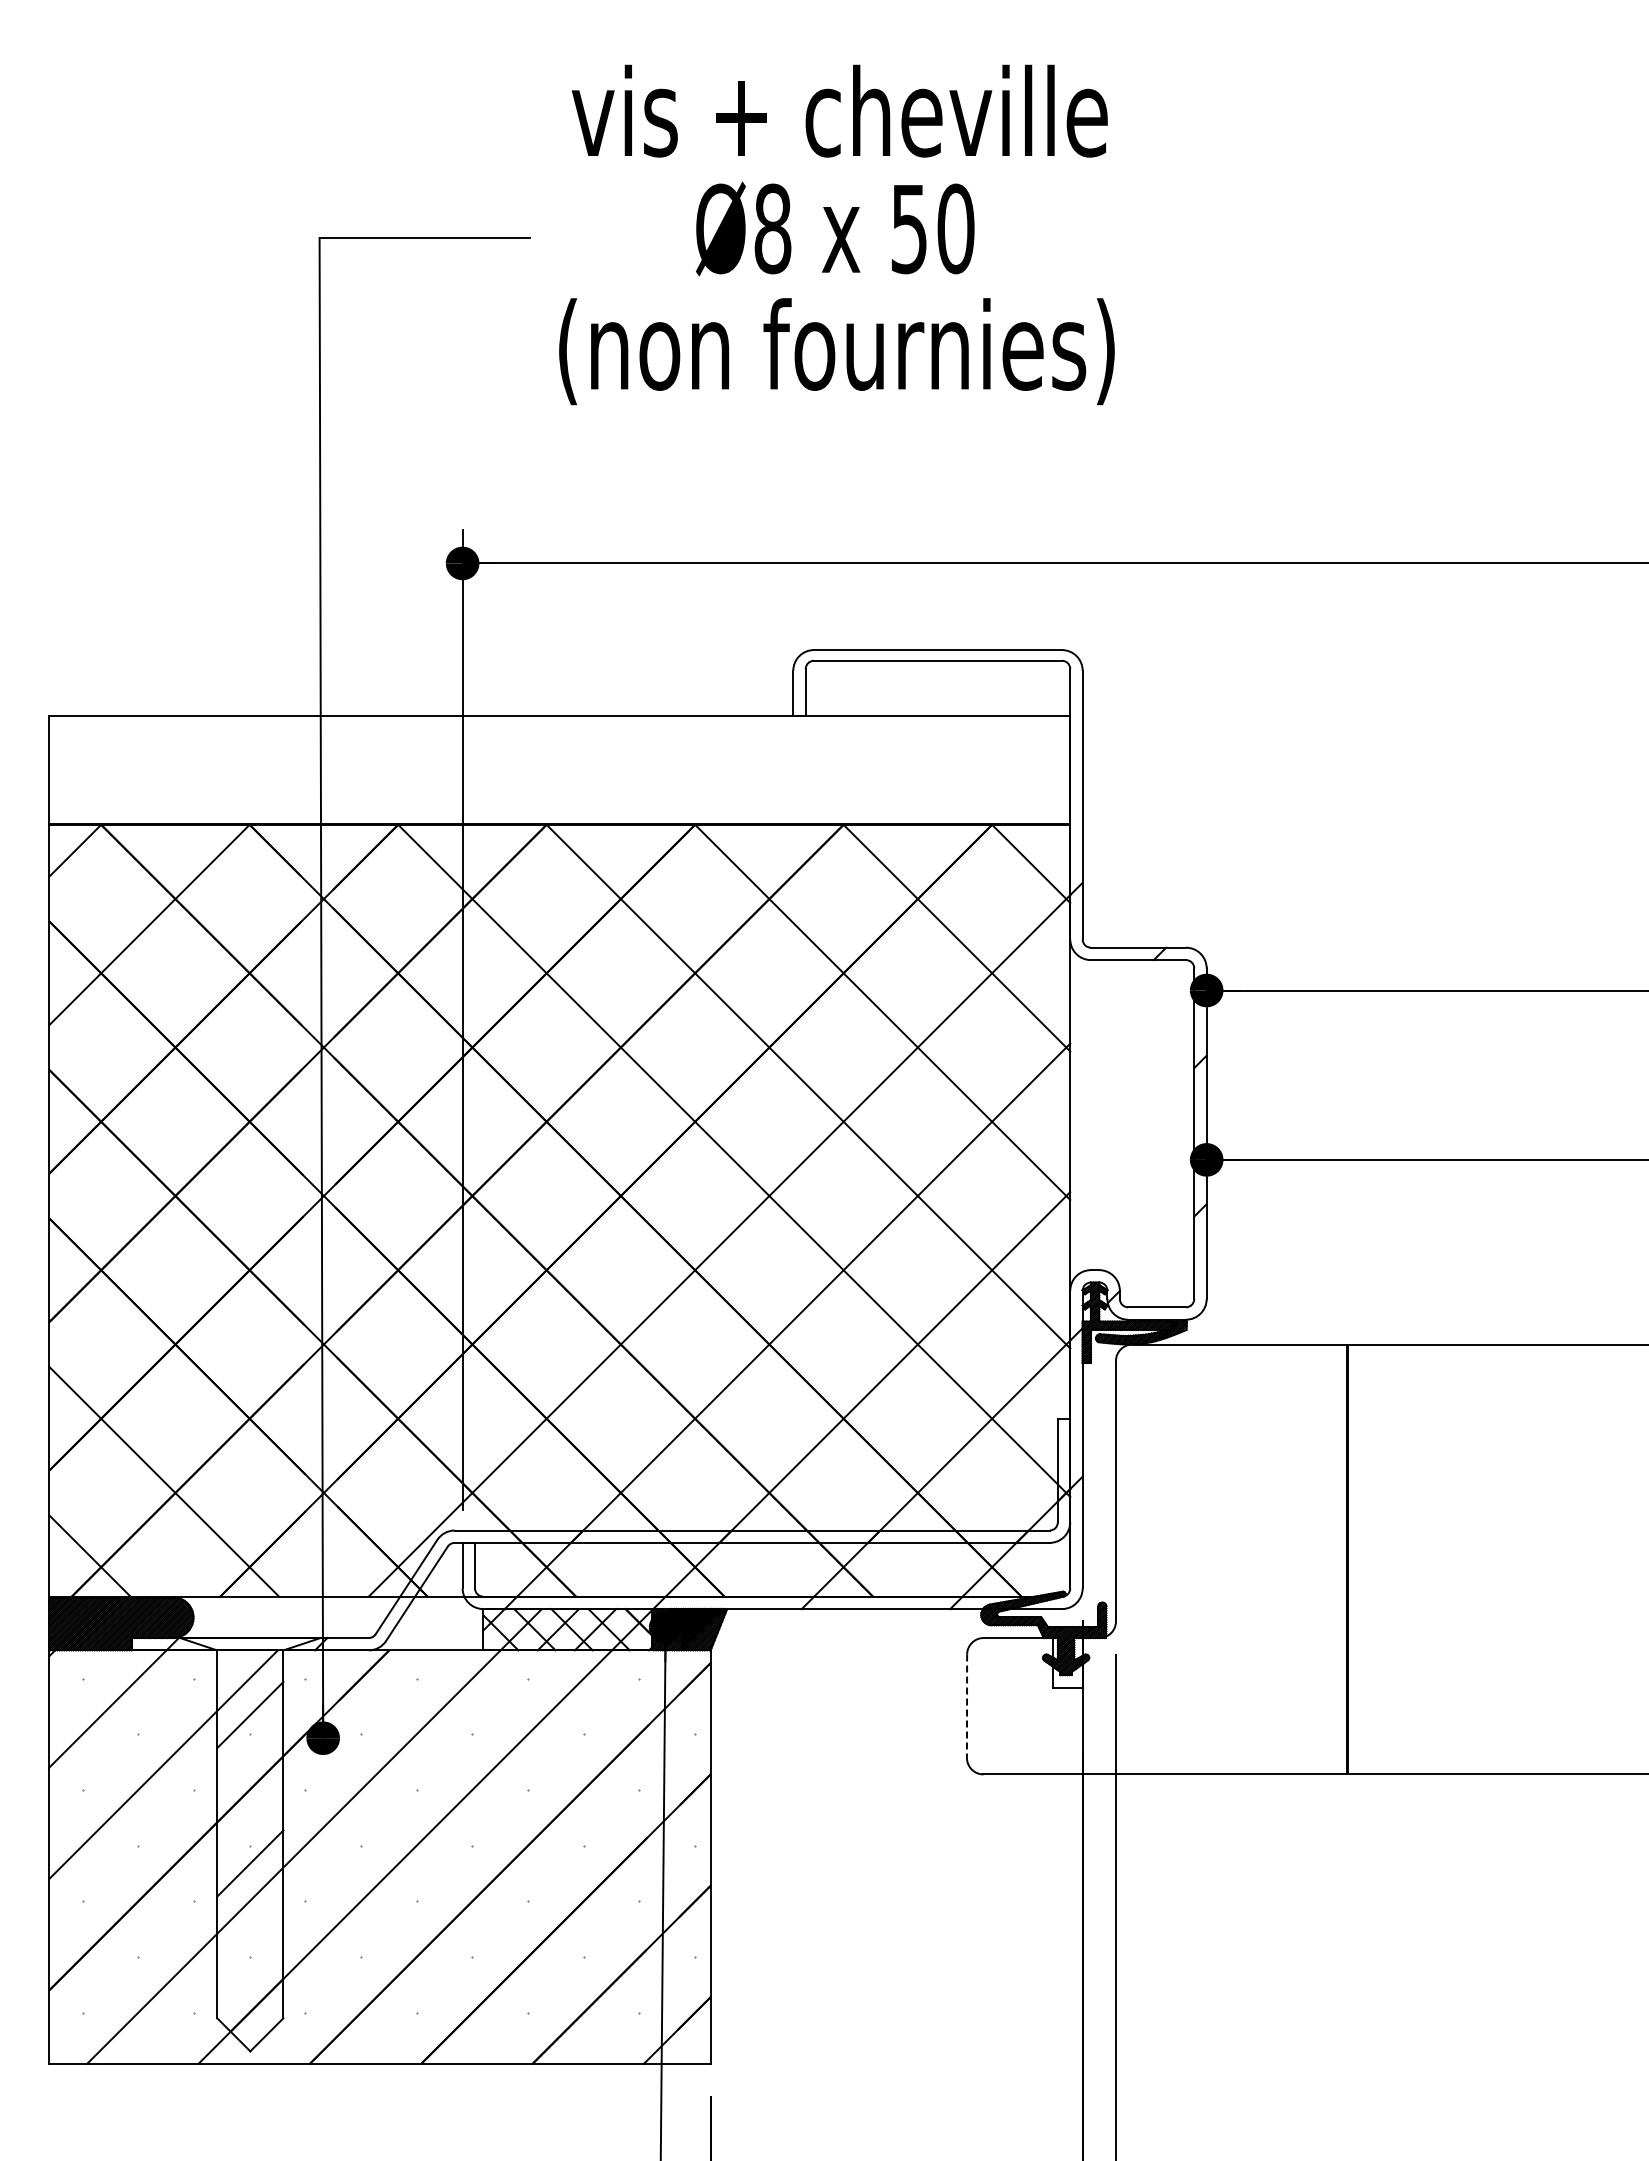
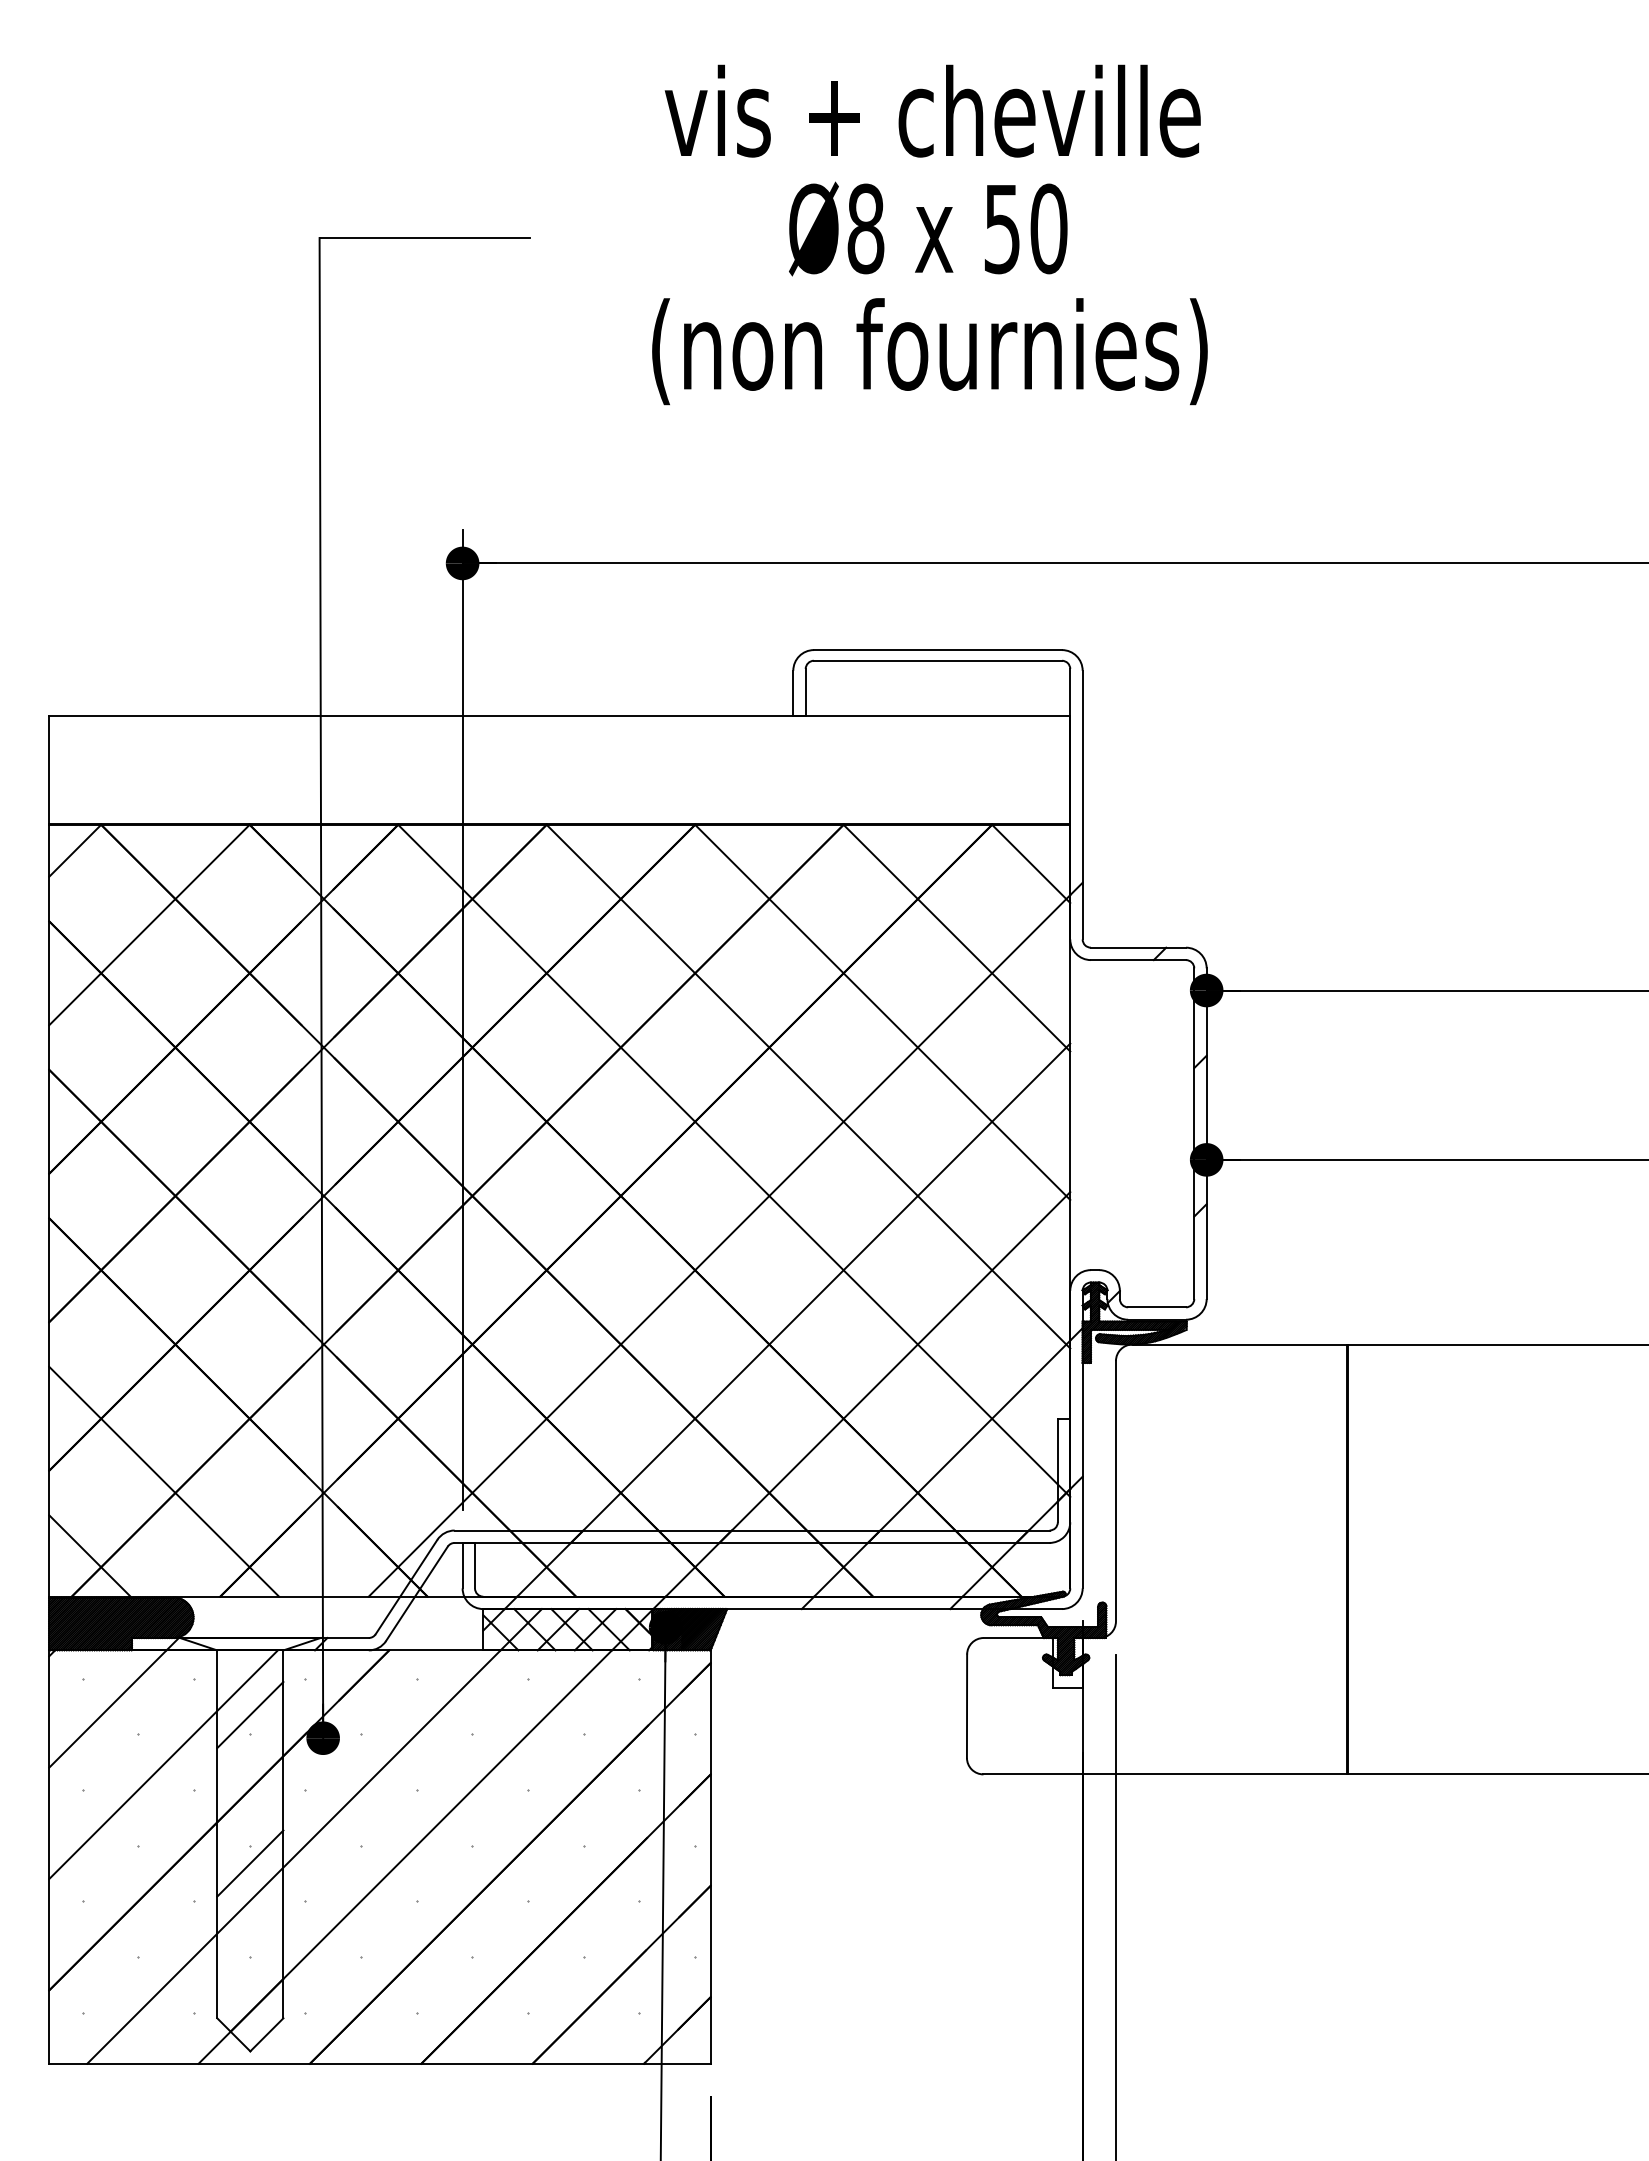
text at (836, 234) position: (836, 234) -> (929, 234)
line at (967, 1706): dashed -> solid
